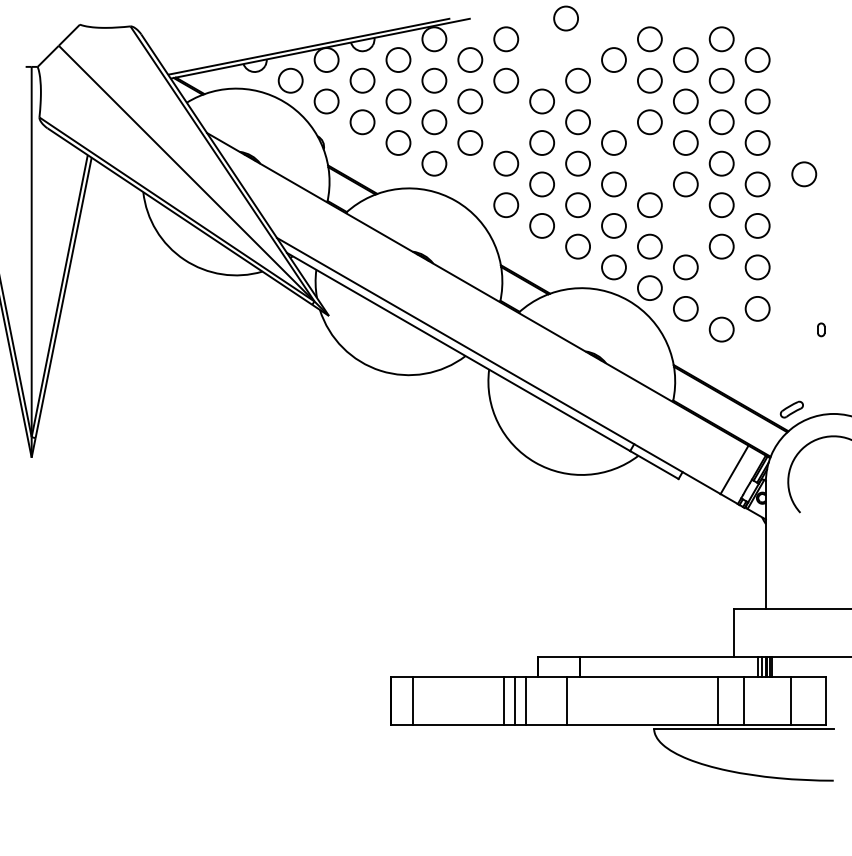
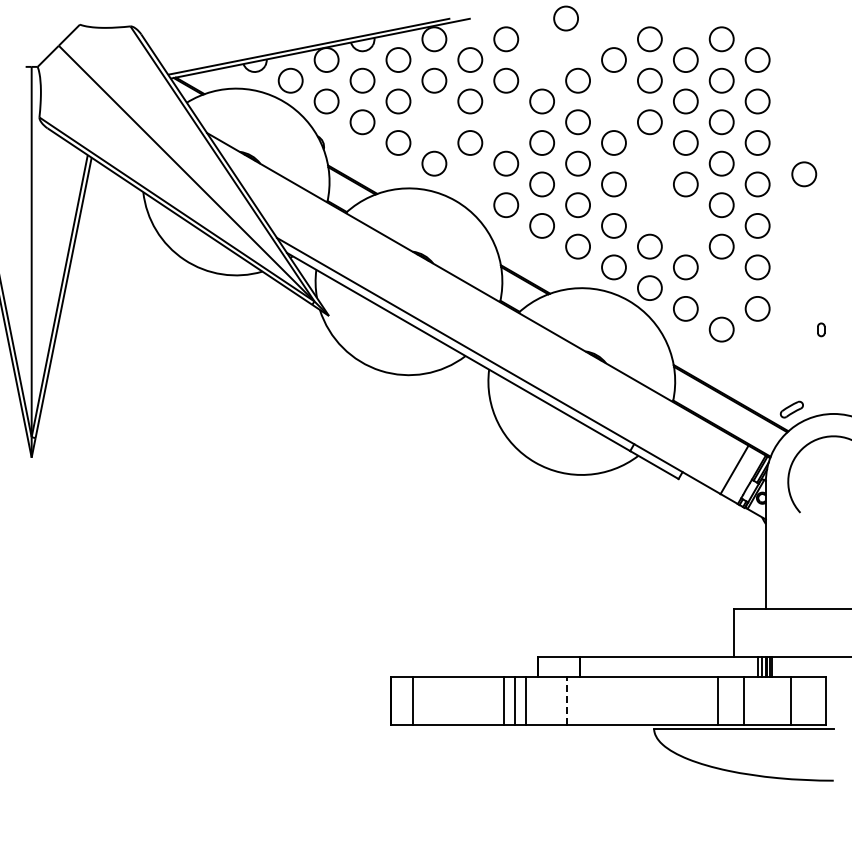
circle at (434, 122): present -> none
circle at (649, 205): present -> none
line at (566, 700): solid -> dashed
